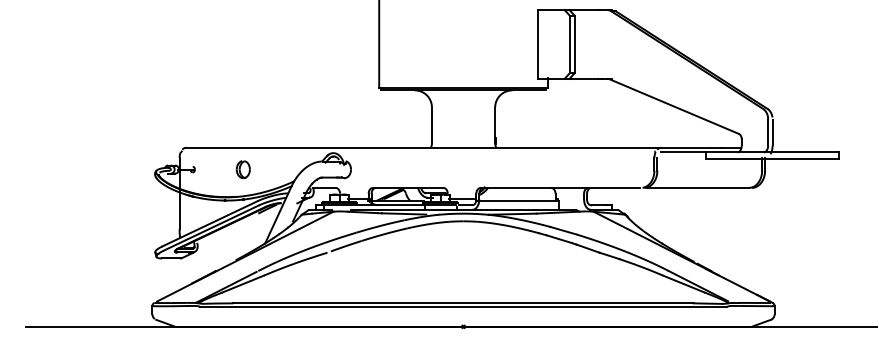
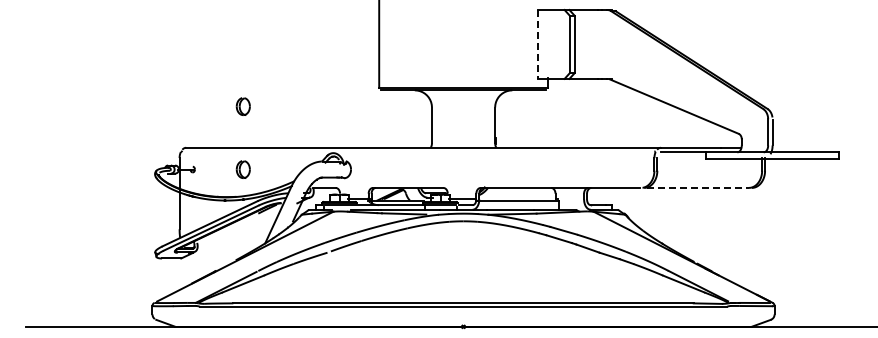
line at (537, 44): solid -> dashed
part at (242, 106): none -> present
line at (698, 187): solid -> dashed
